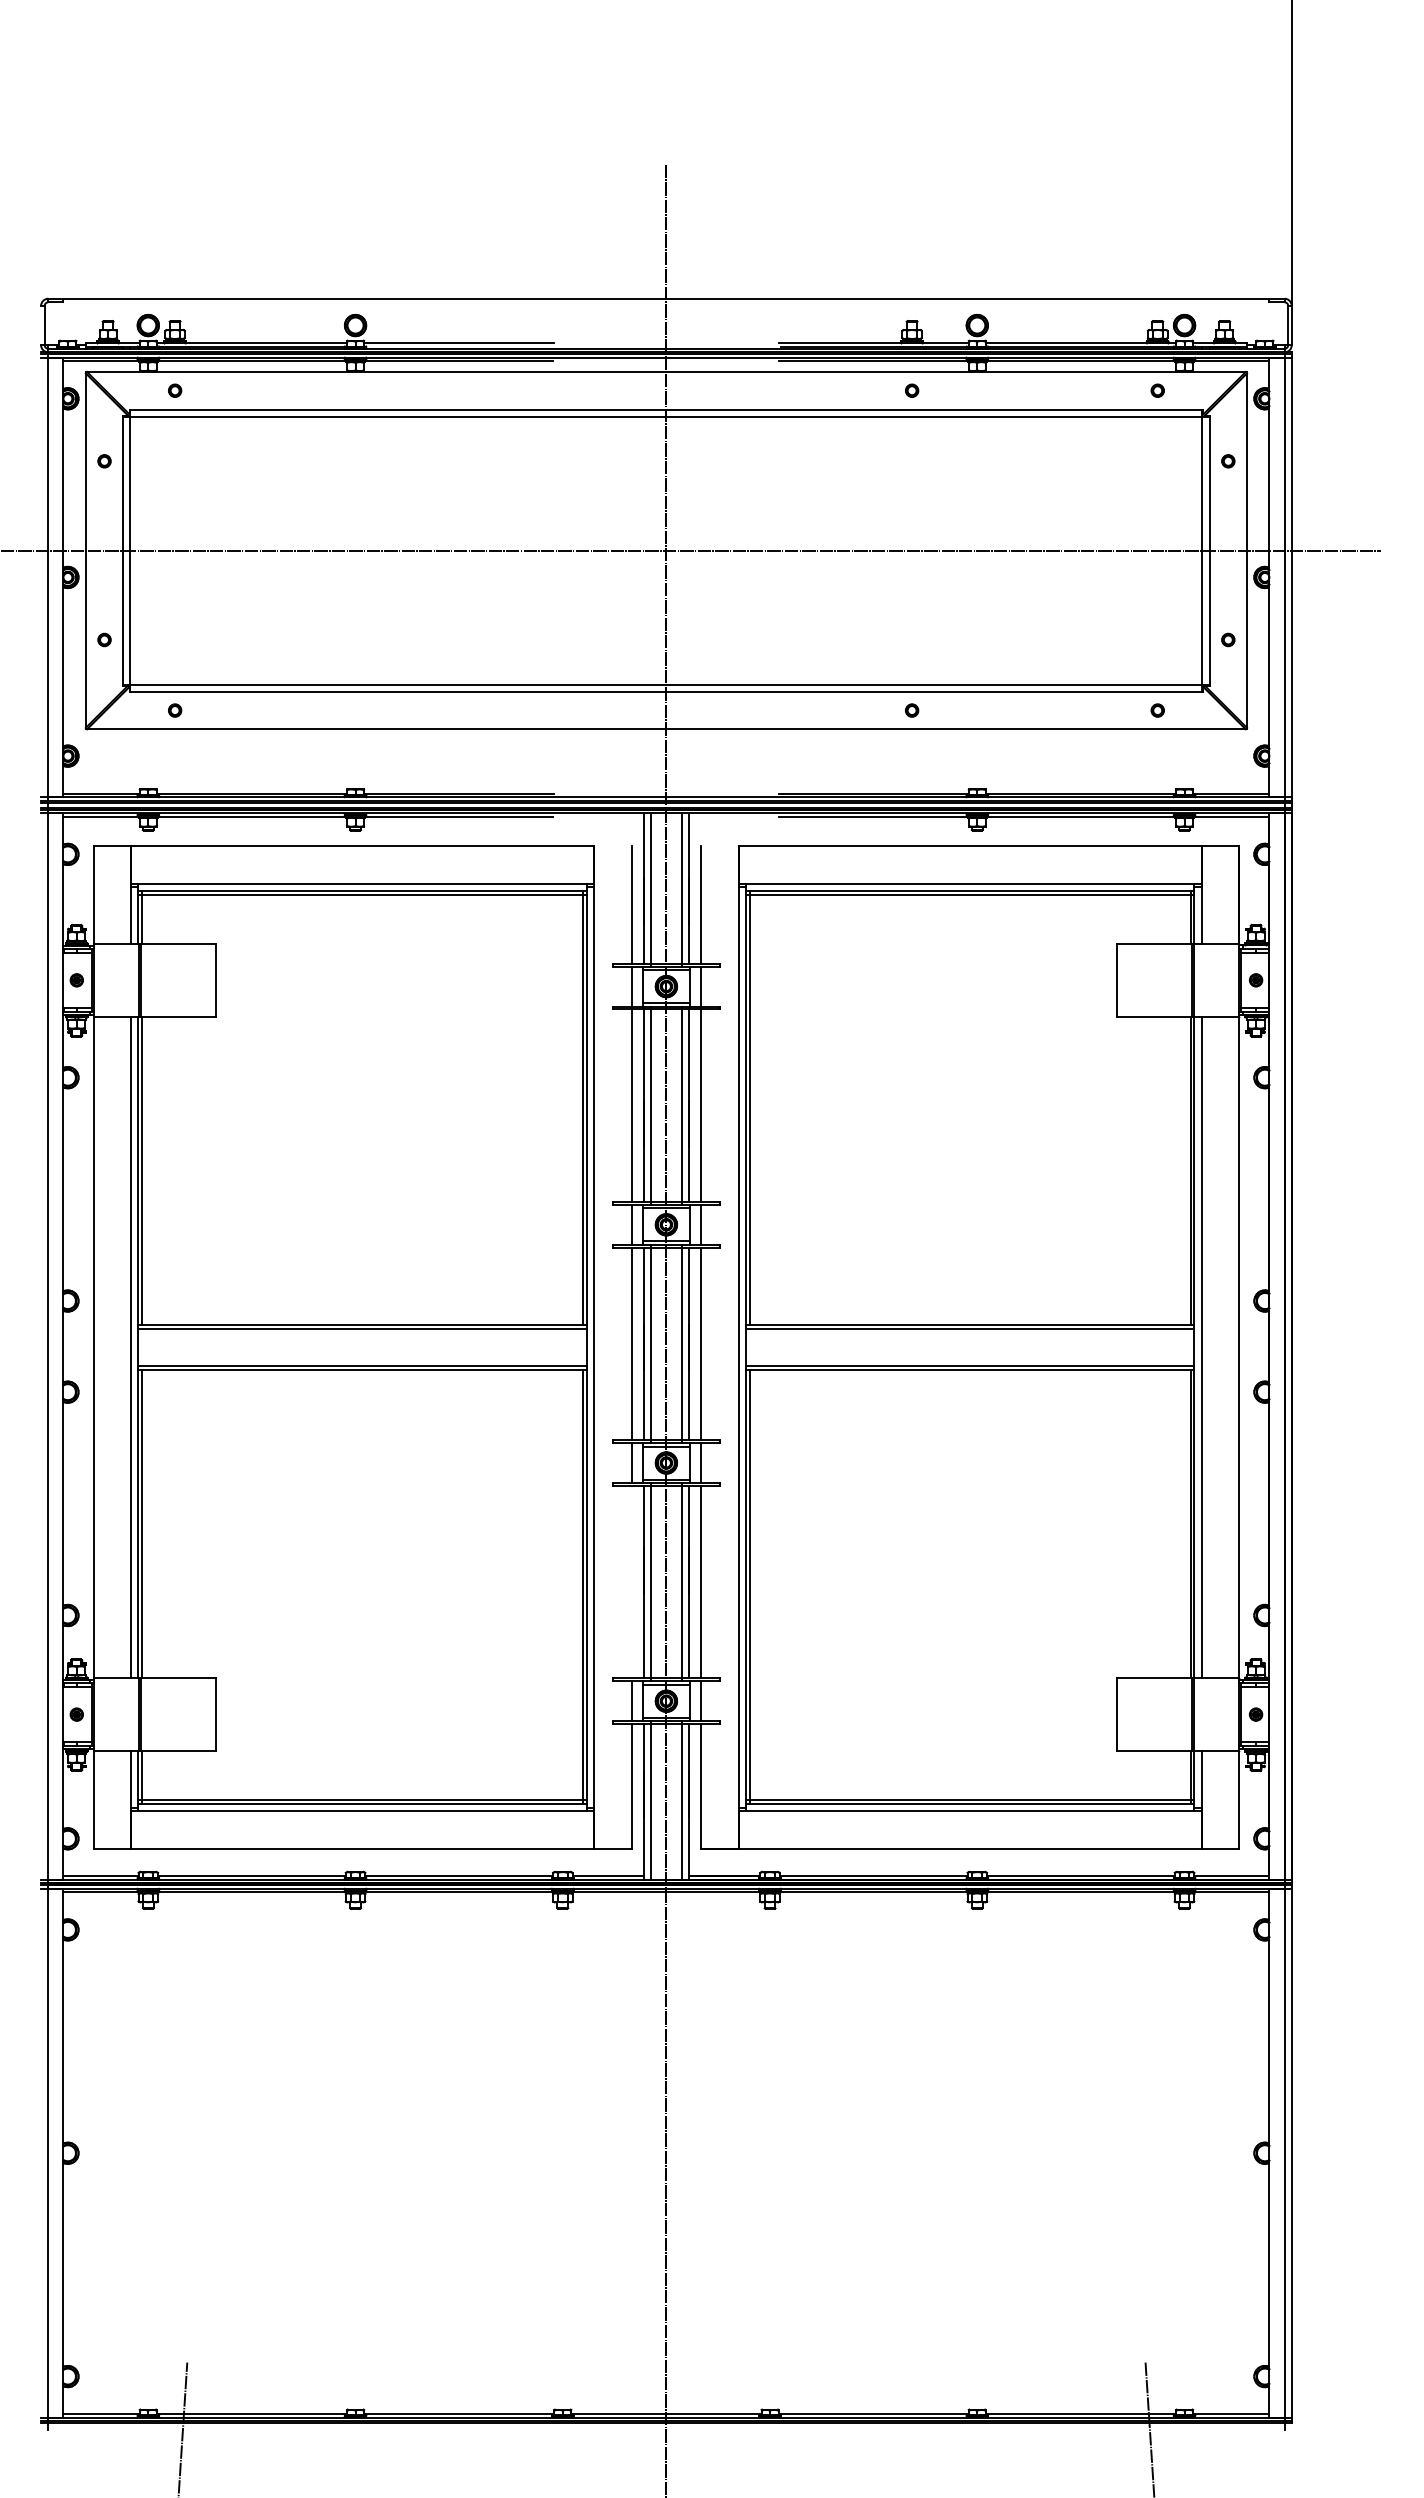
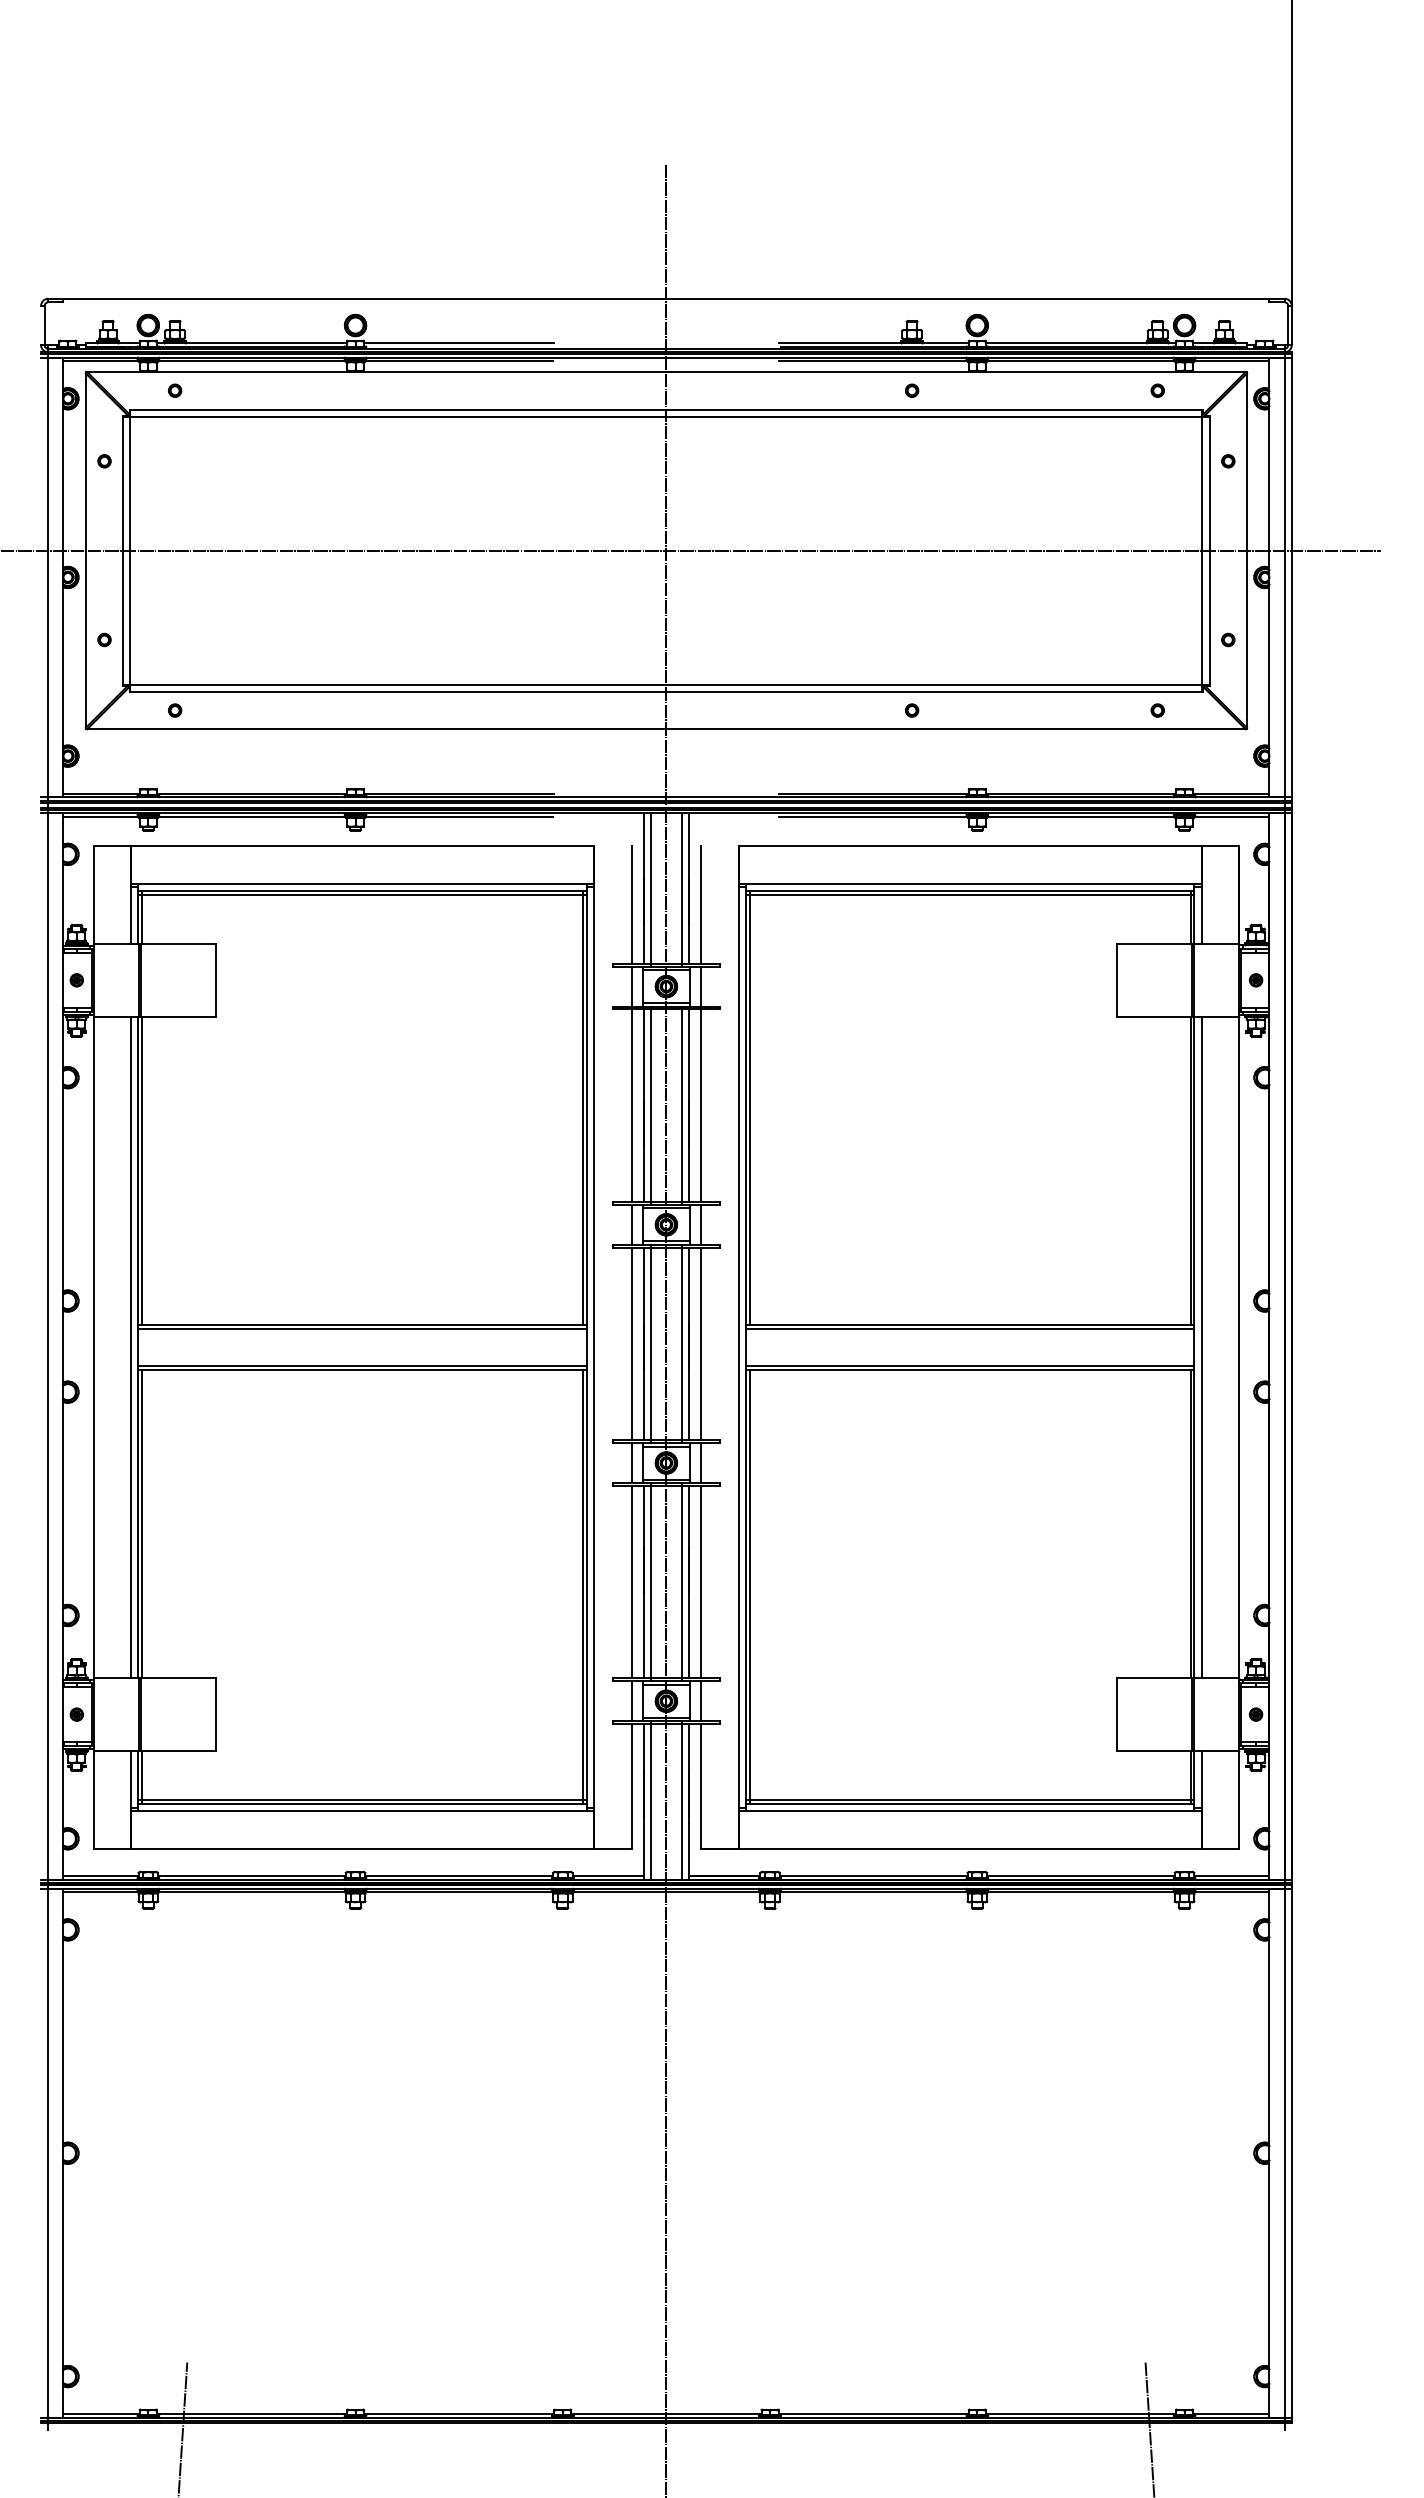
line at (631, 1581): none -> present
